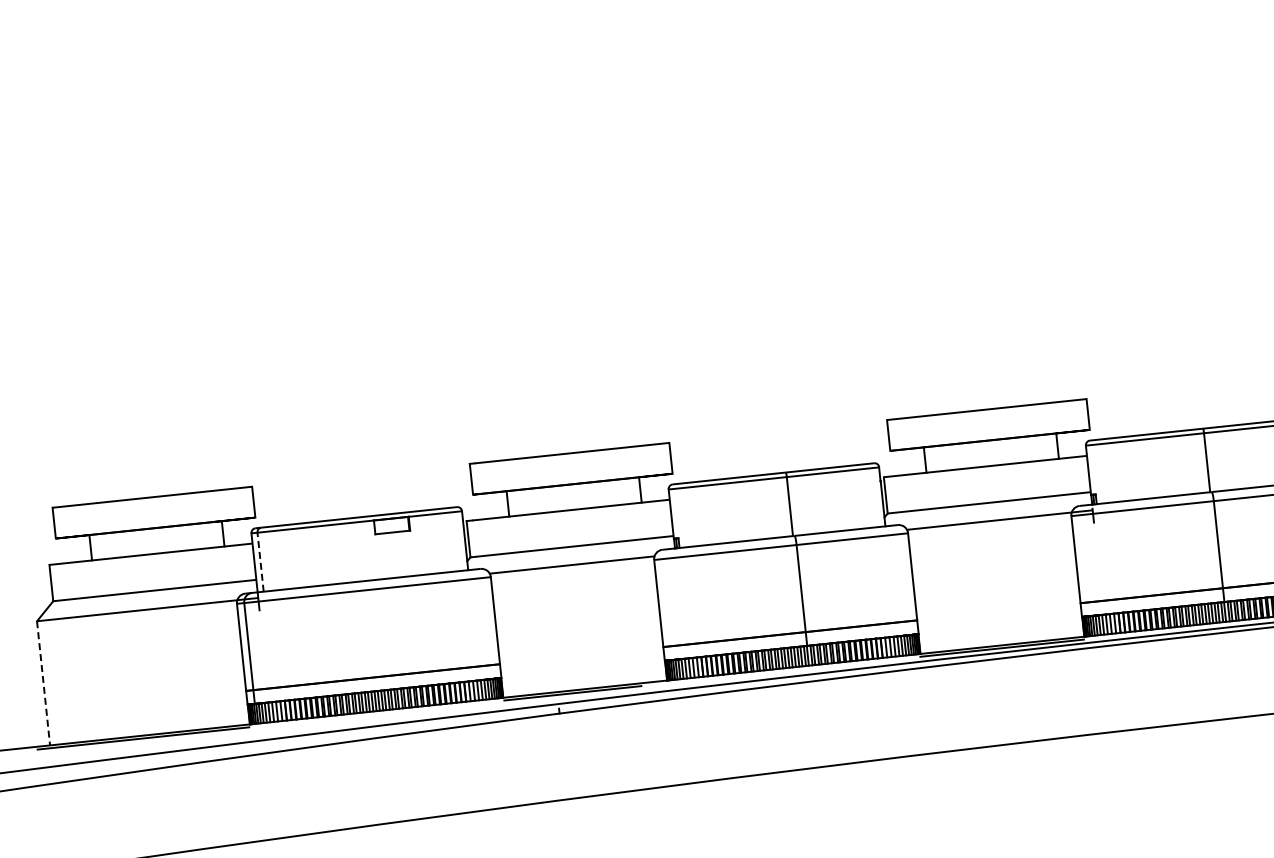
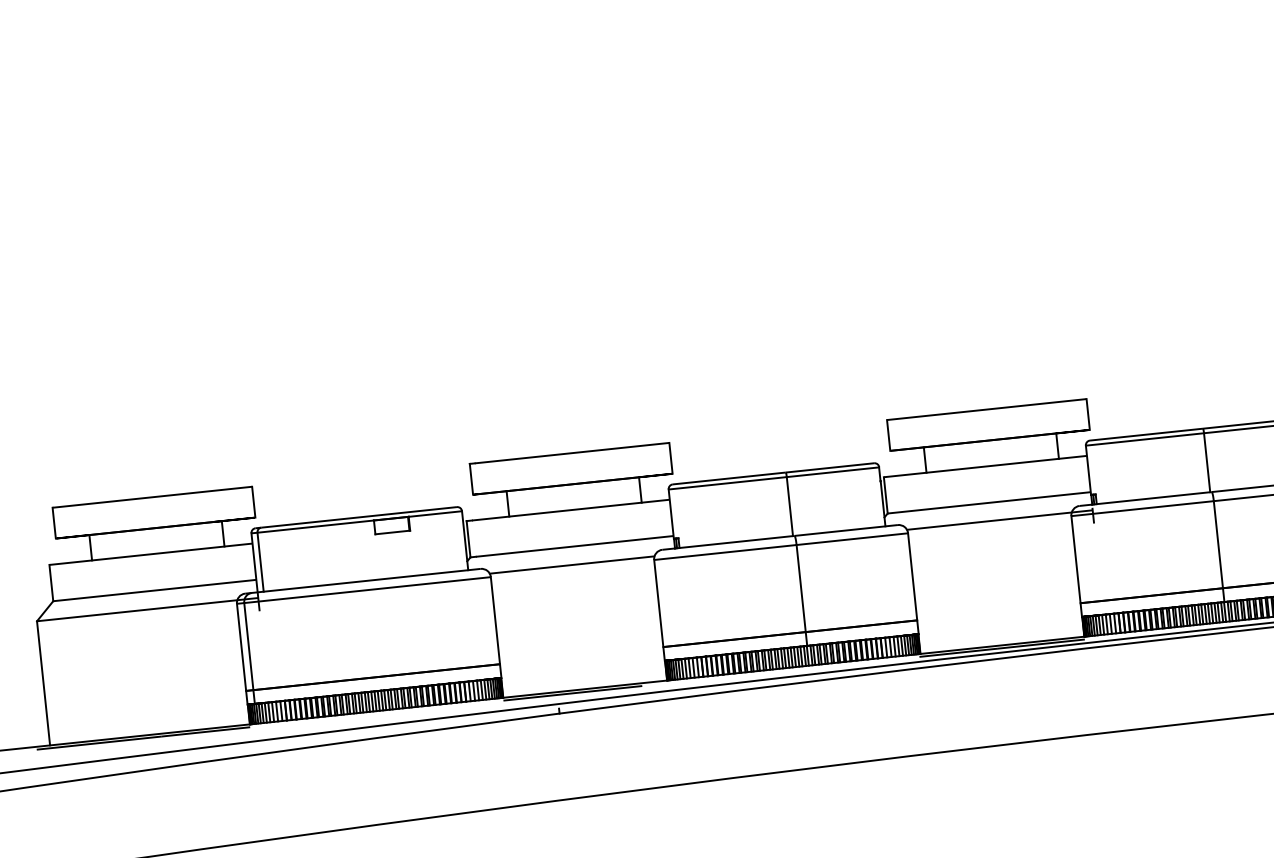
line at (260, 562): dashed -> solid
line at (43, 683): dashed -> solid
